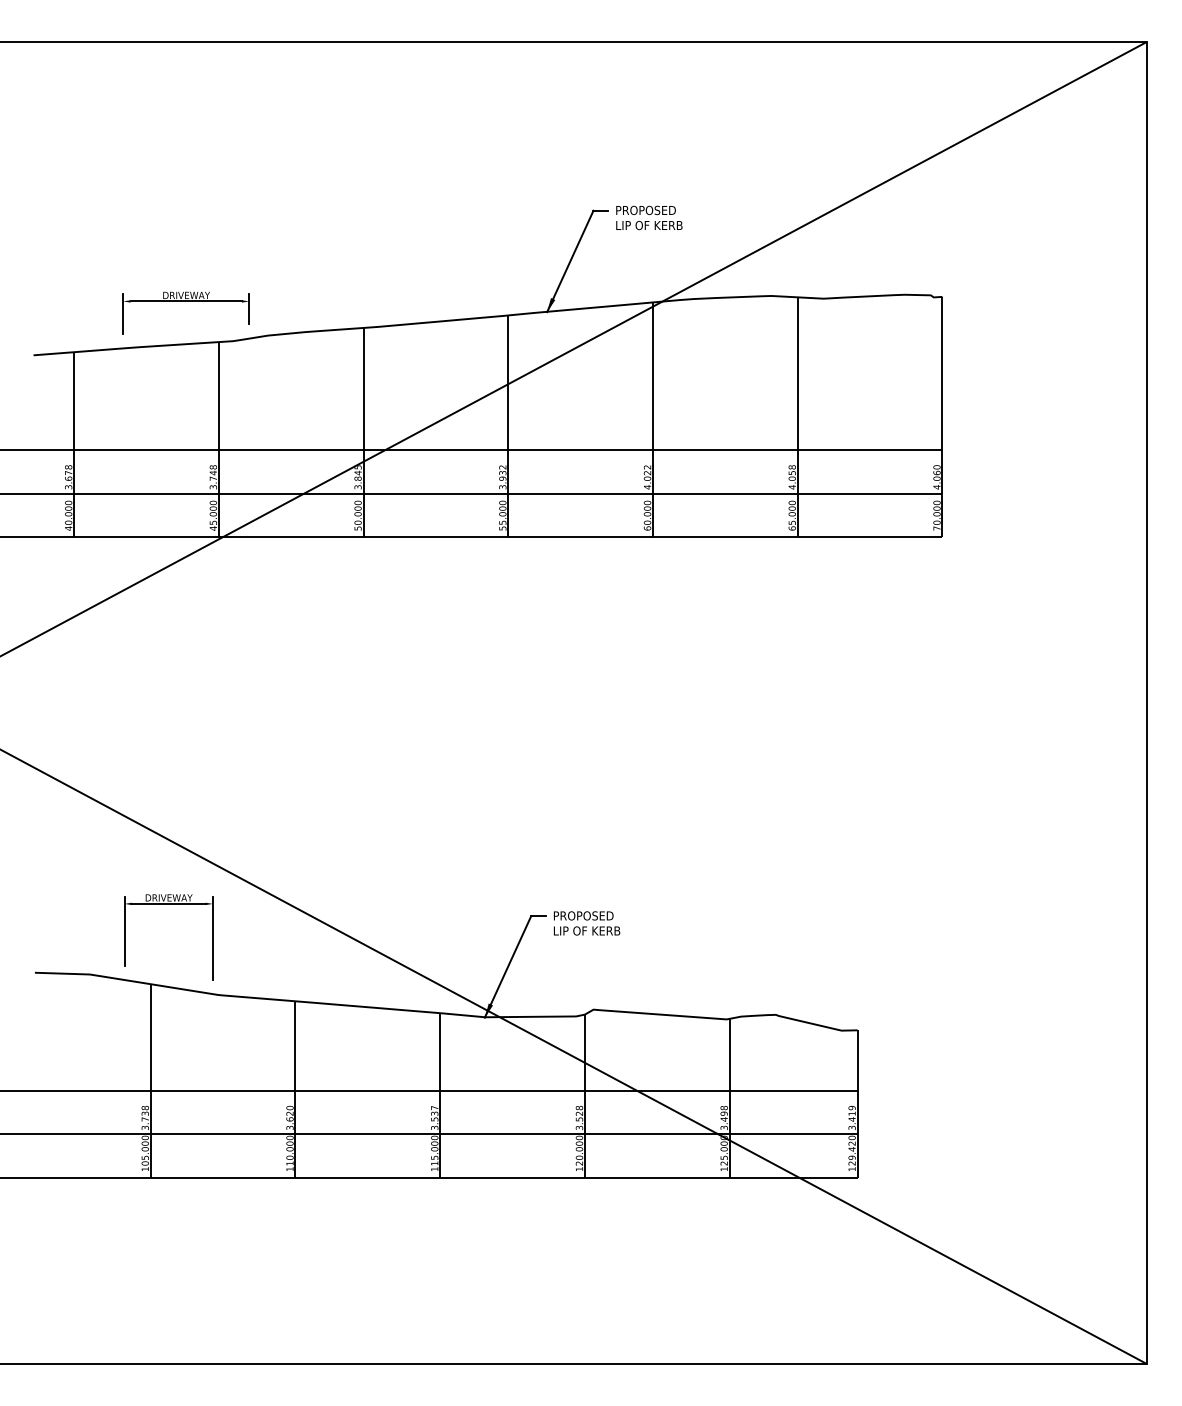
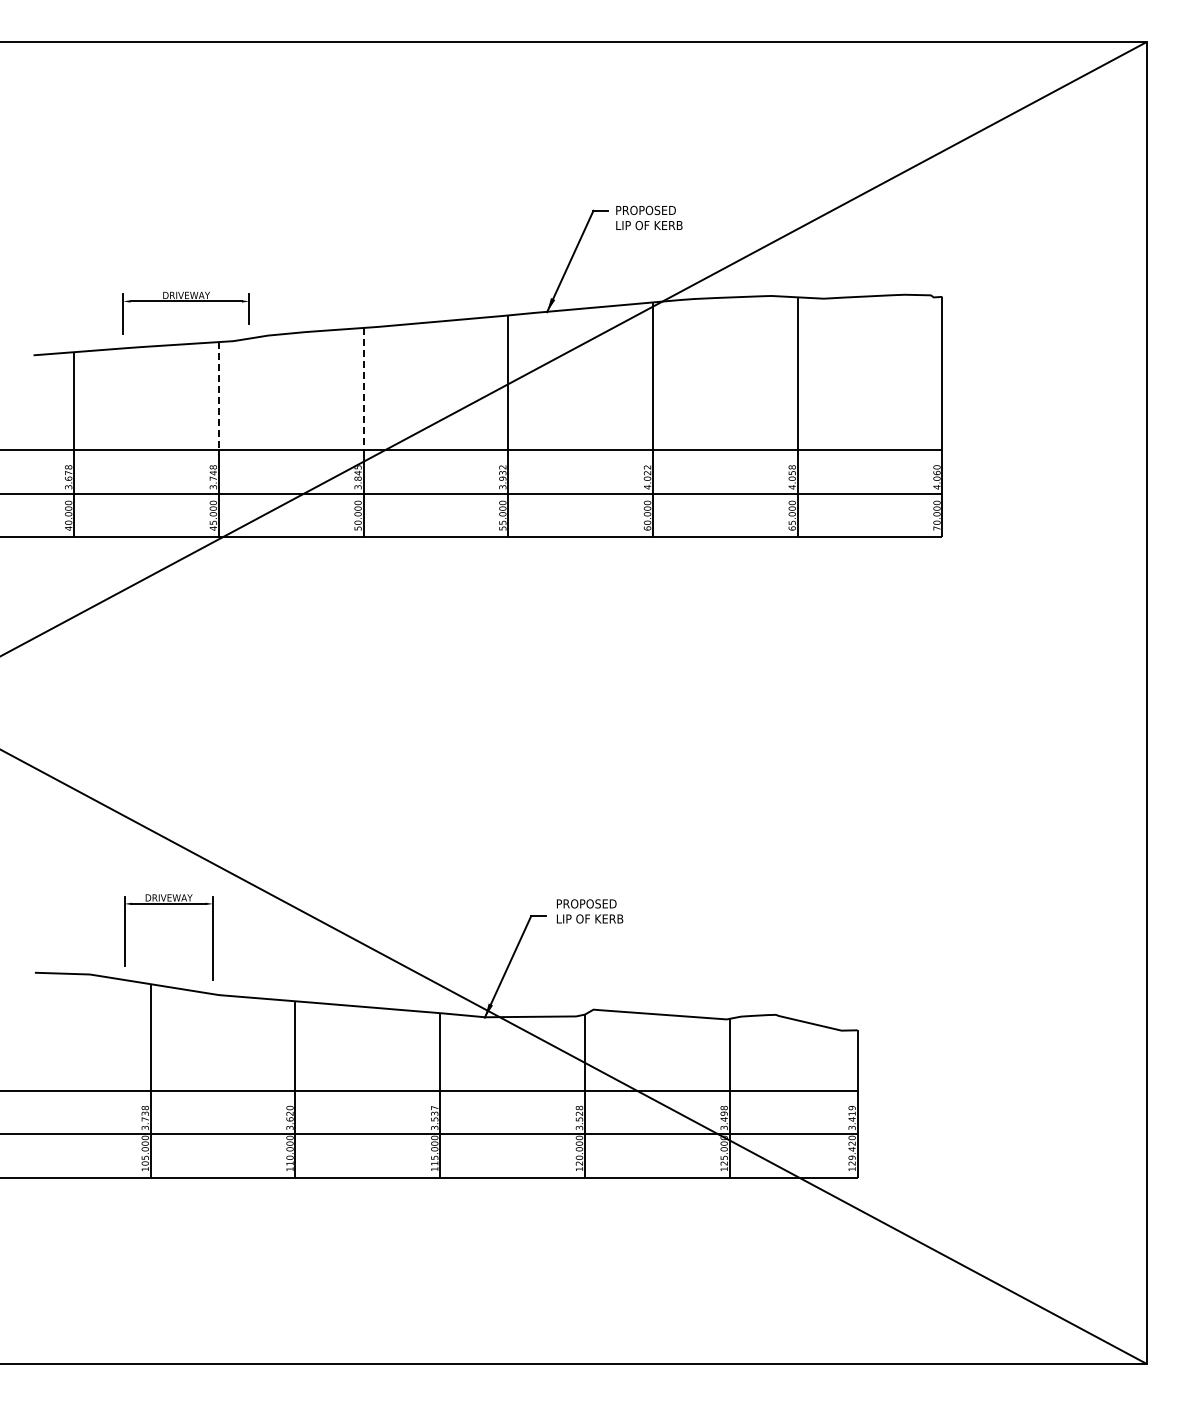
line at (363, 389): solid -> dashed
line at (218, 396): solid -> dashed
text at (587, 923) position: (587, 923) -> (590, 911)
